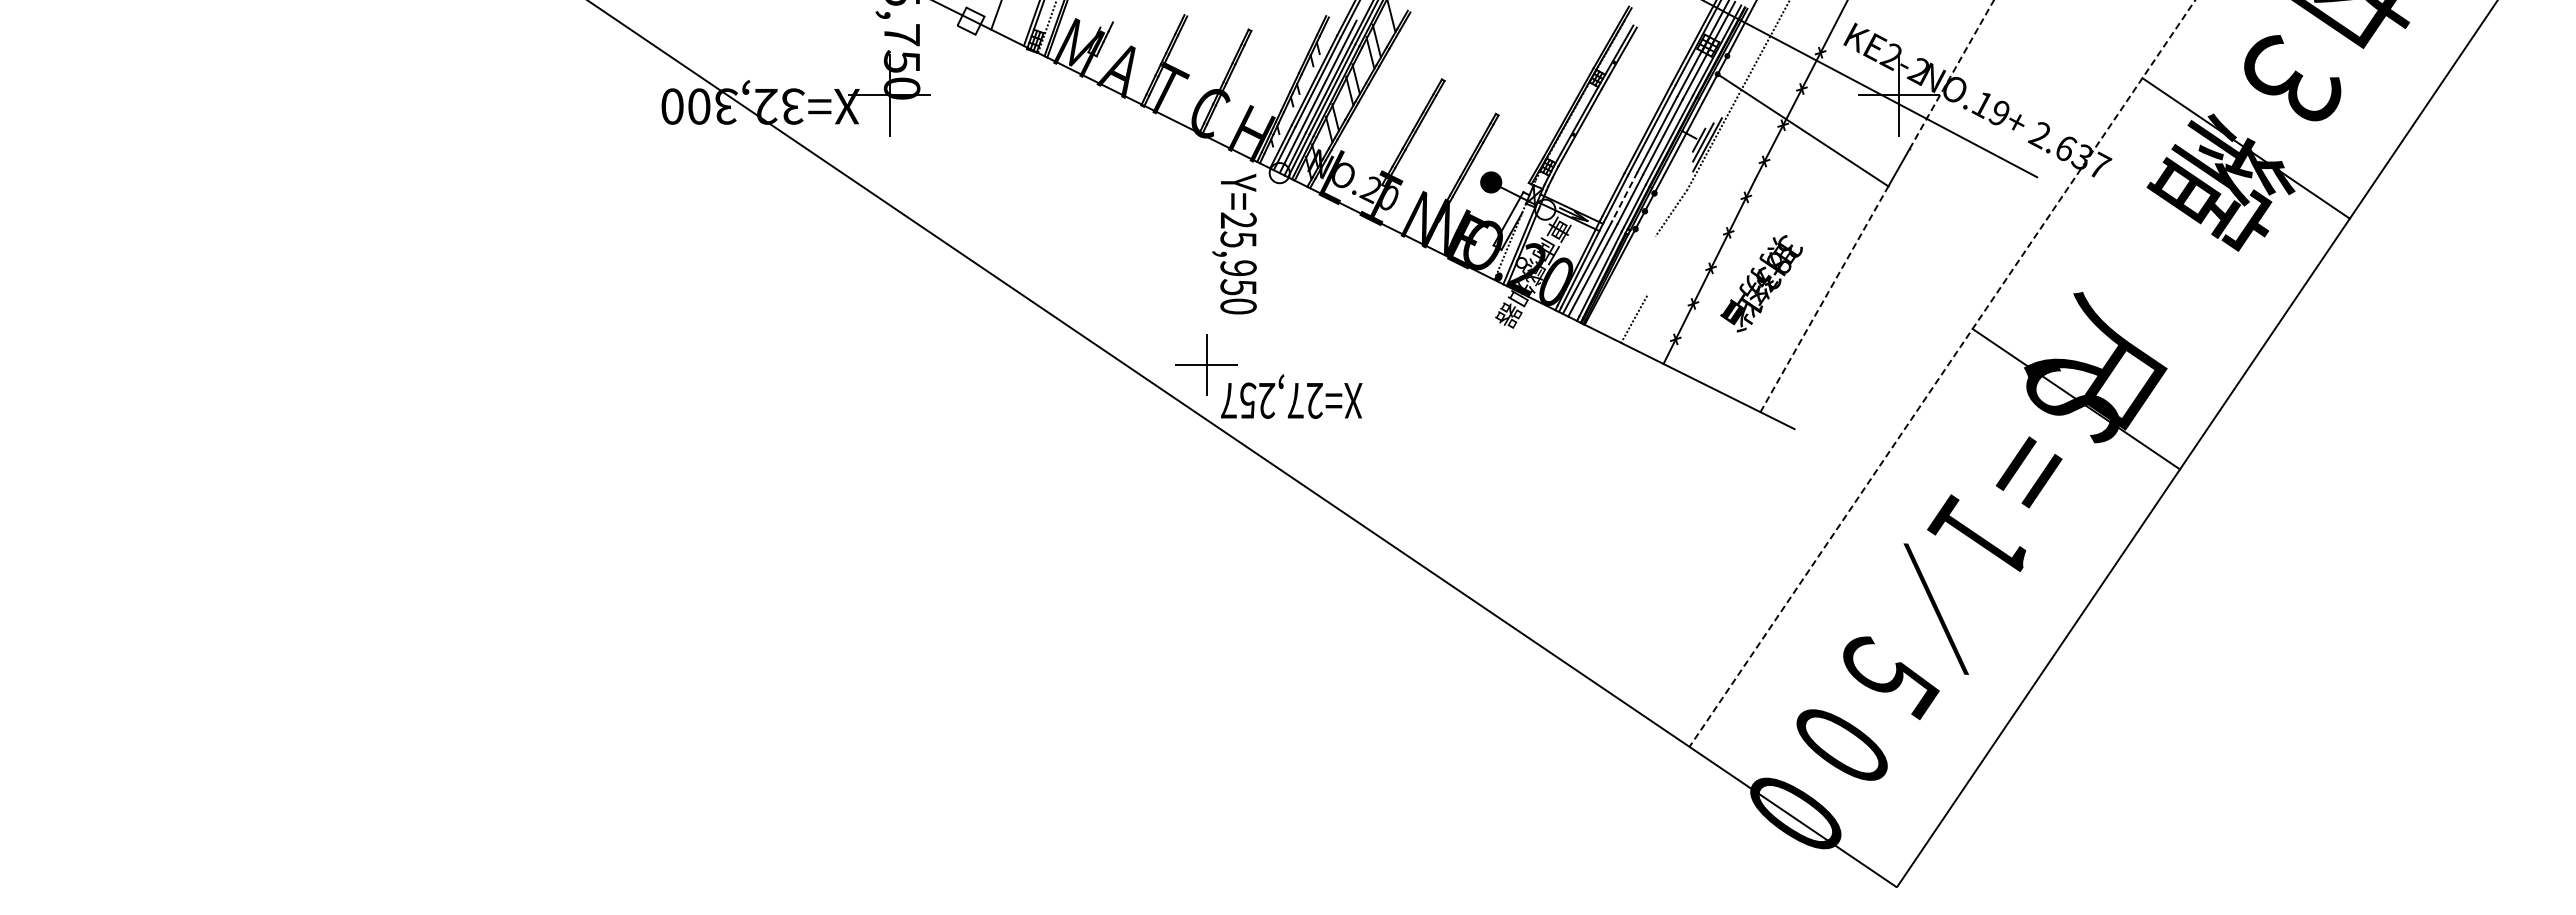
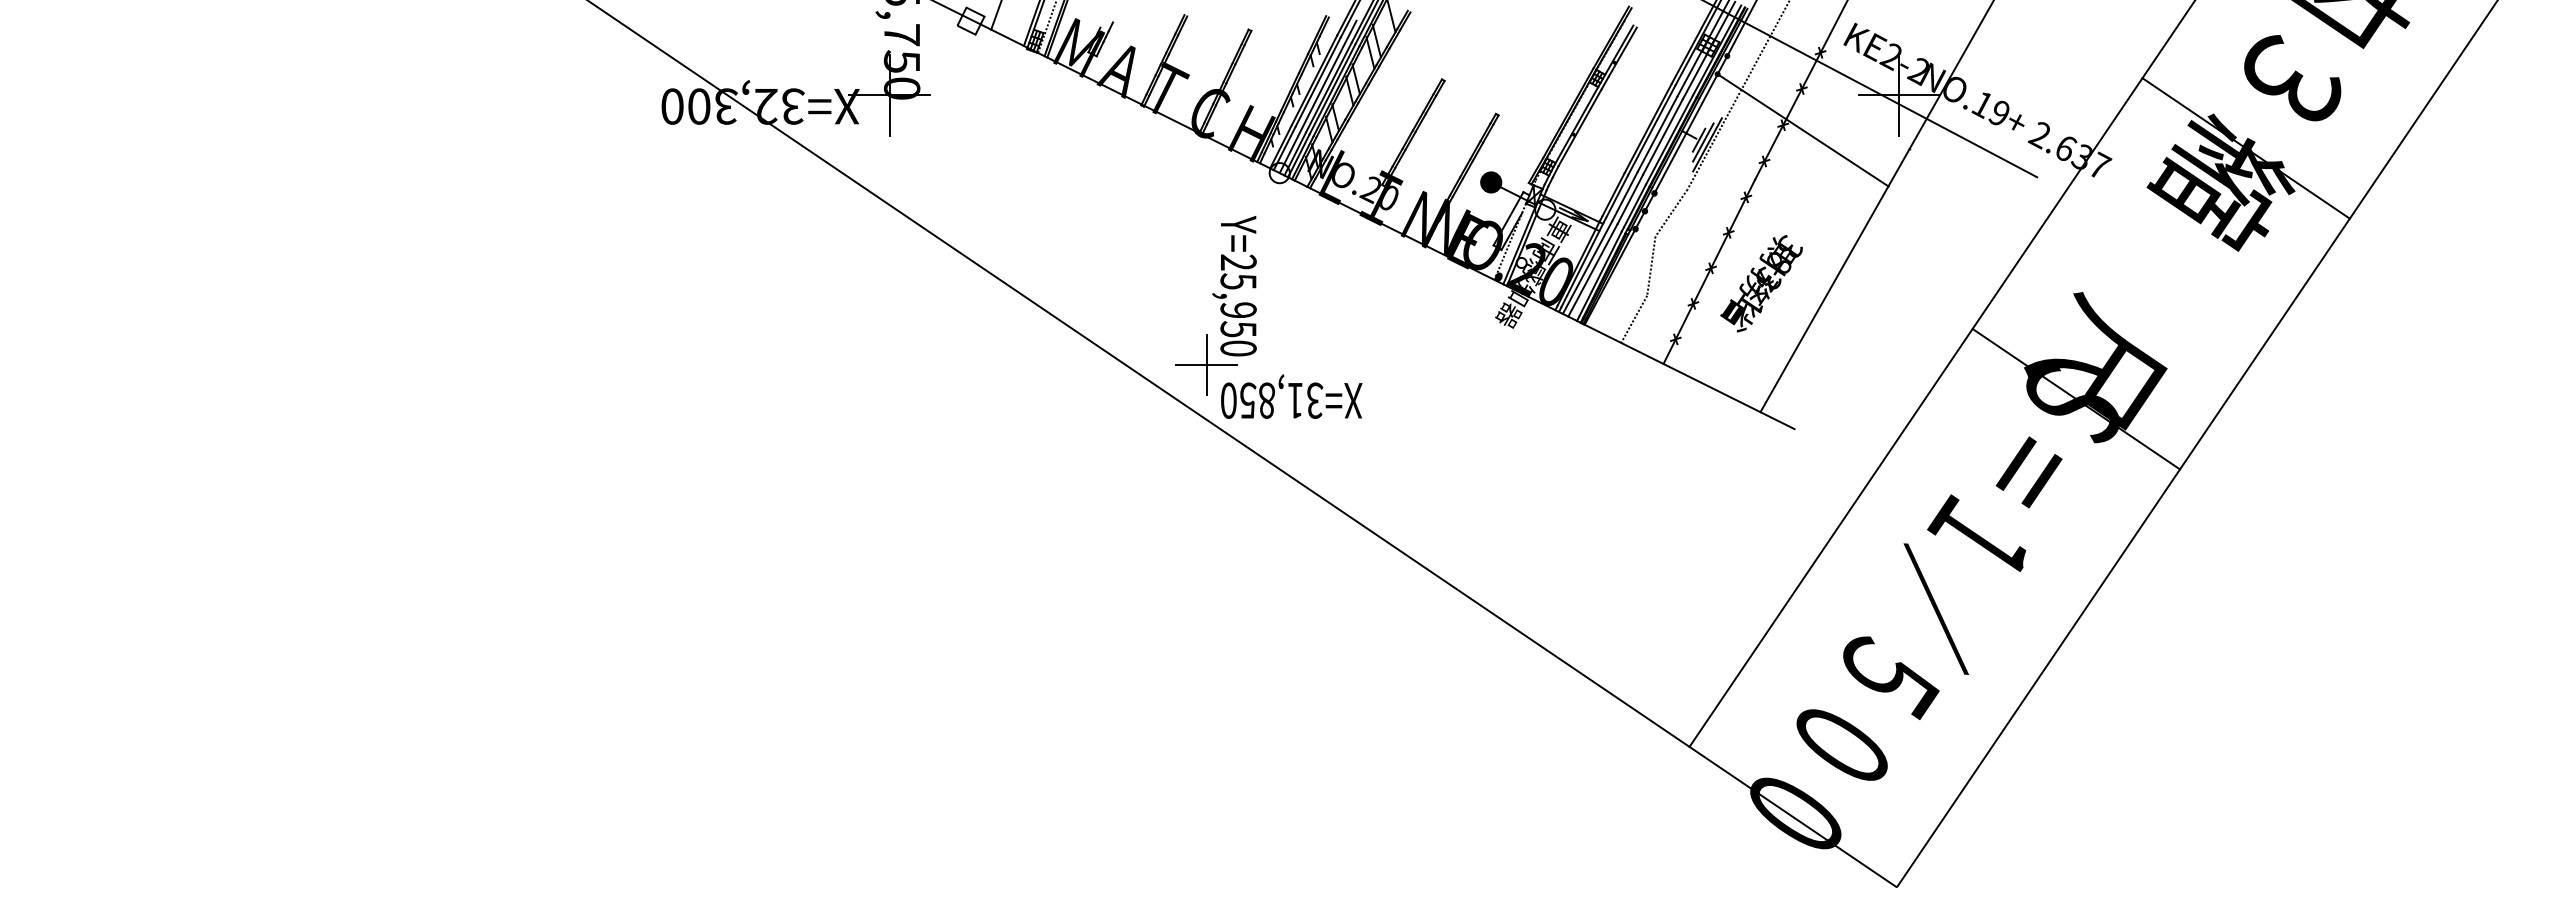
line at (1951, 74): dashed -> solid
line at (1624, 196): dashed -> solid
text at (1234, 244) position: (1234, 244) -> (1234, 286)
line at (1651, 265): none -> present
line at (1824, 299): dashed -> solid
line at (1942, 373): dashed -> solid
text at (1272, 400): X=27,257 -> X=31,850
